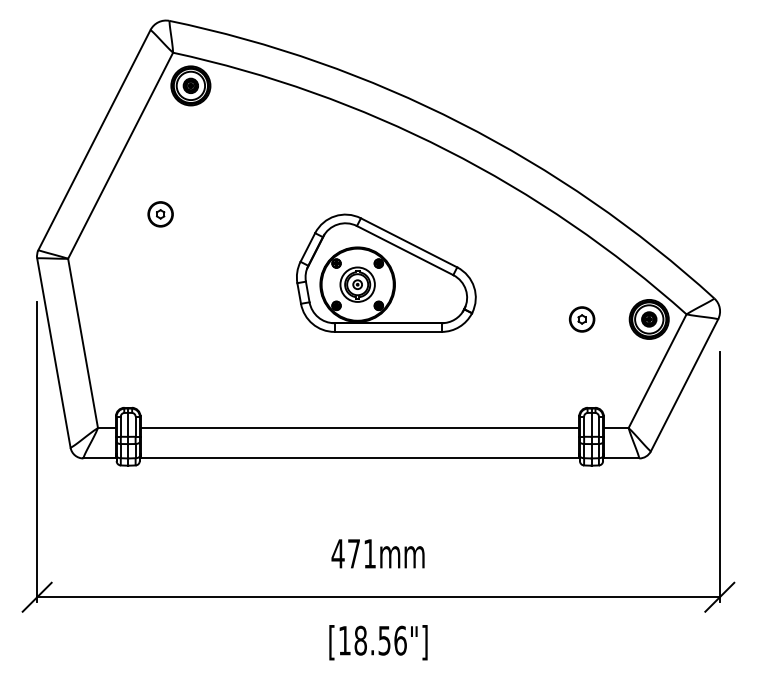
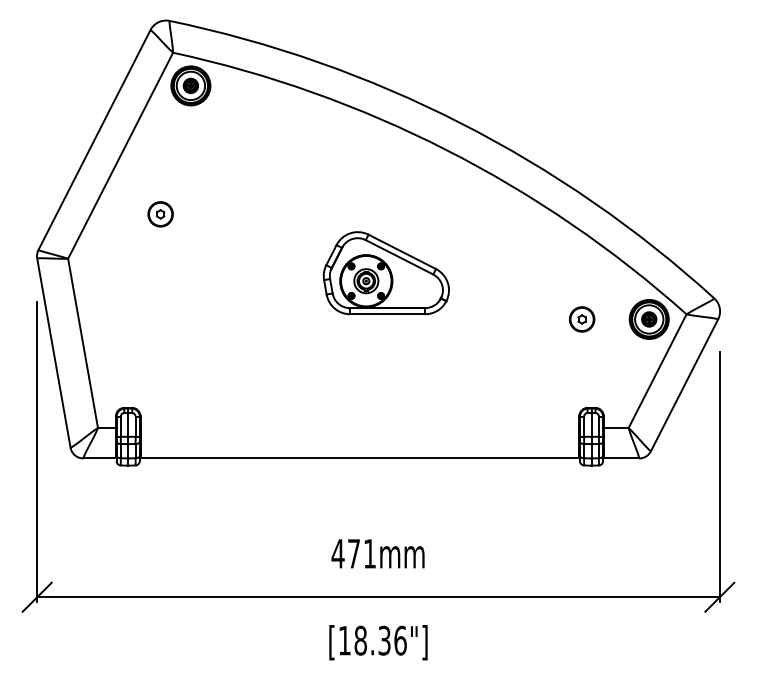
part at (386, 272) size: 181x120 px -> 128x85 px
line at (359, 428): present -> none
text at (384, 639): [18.56"] -> [18.36"]
